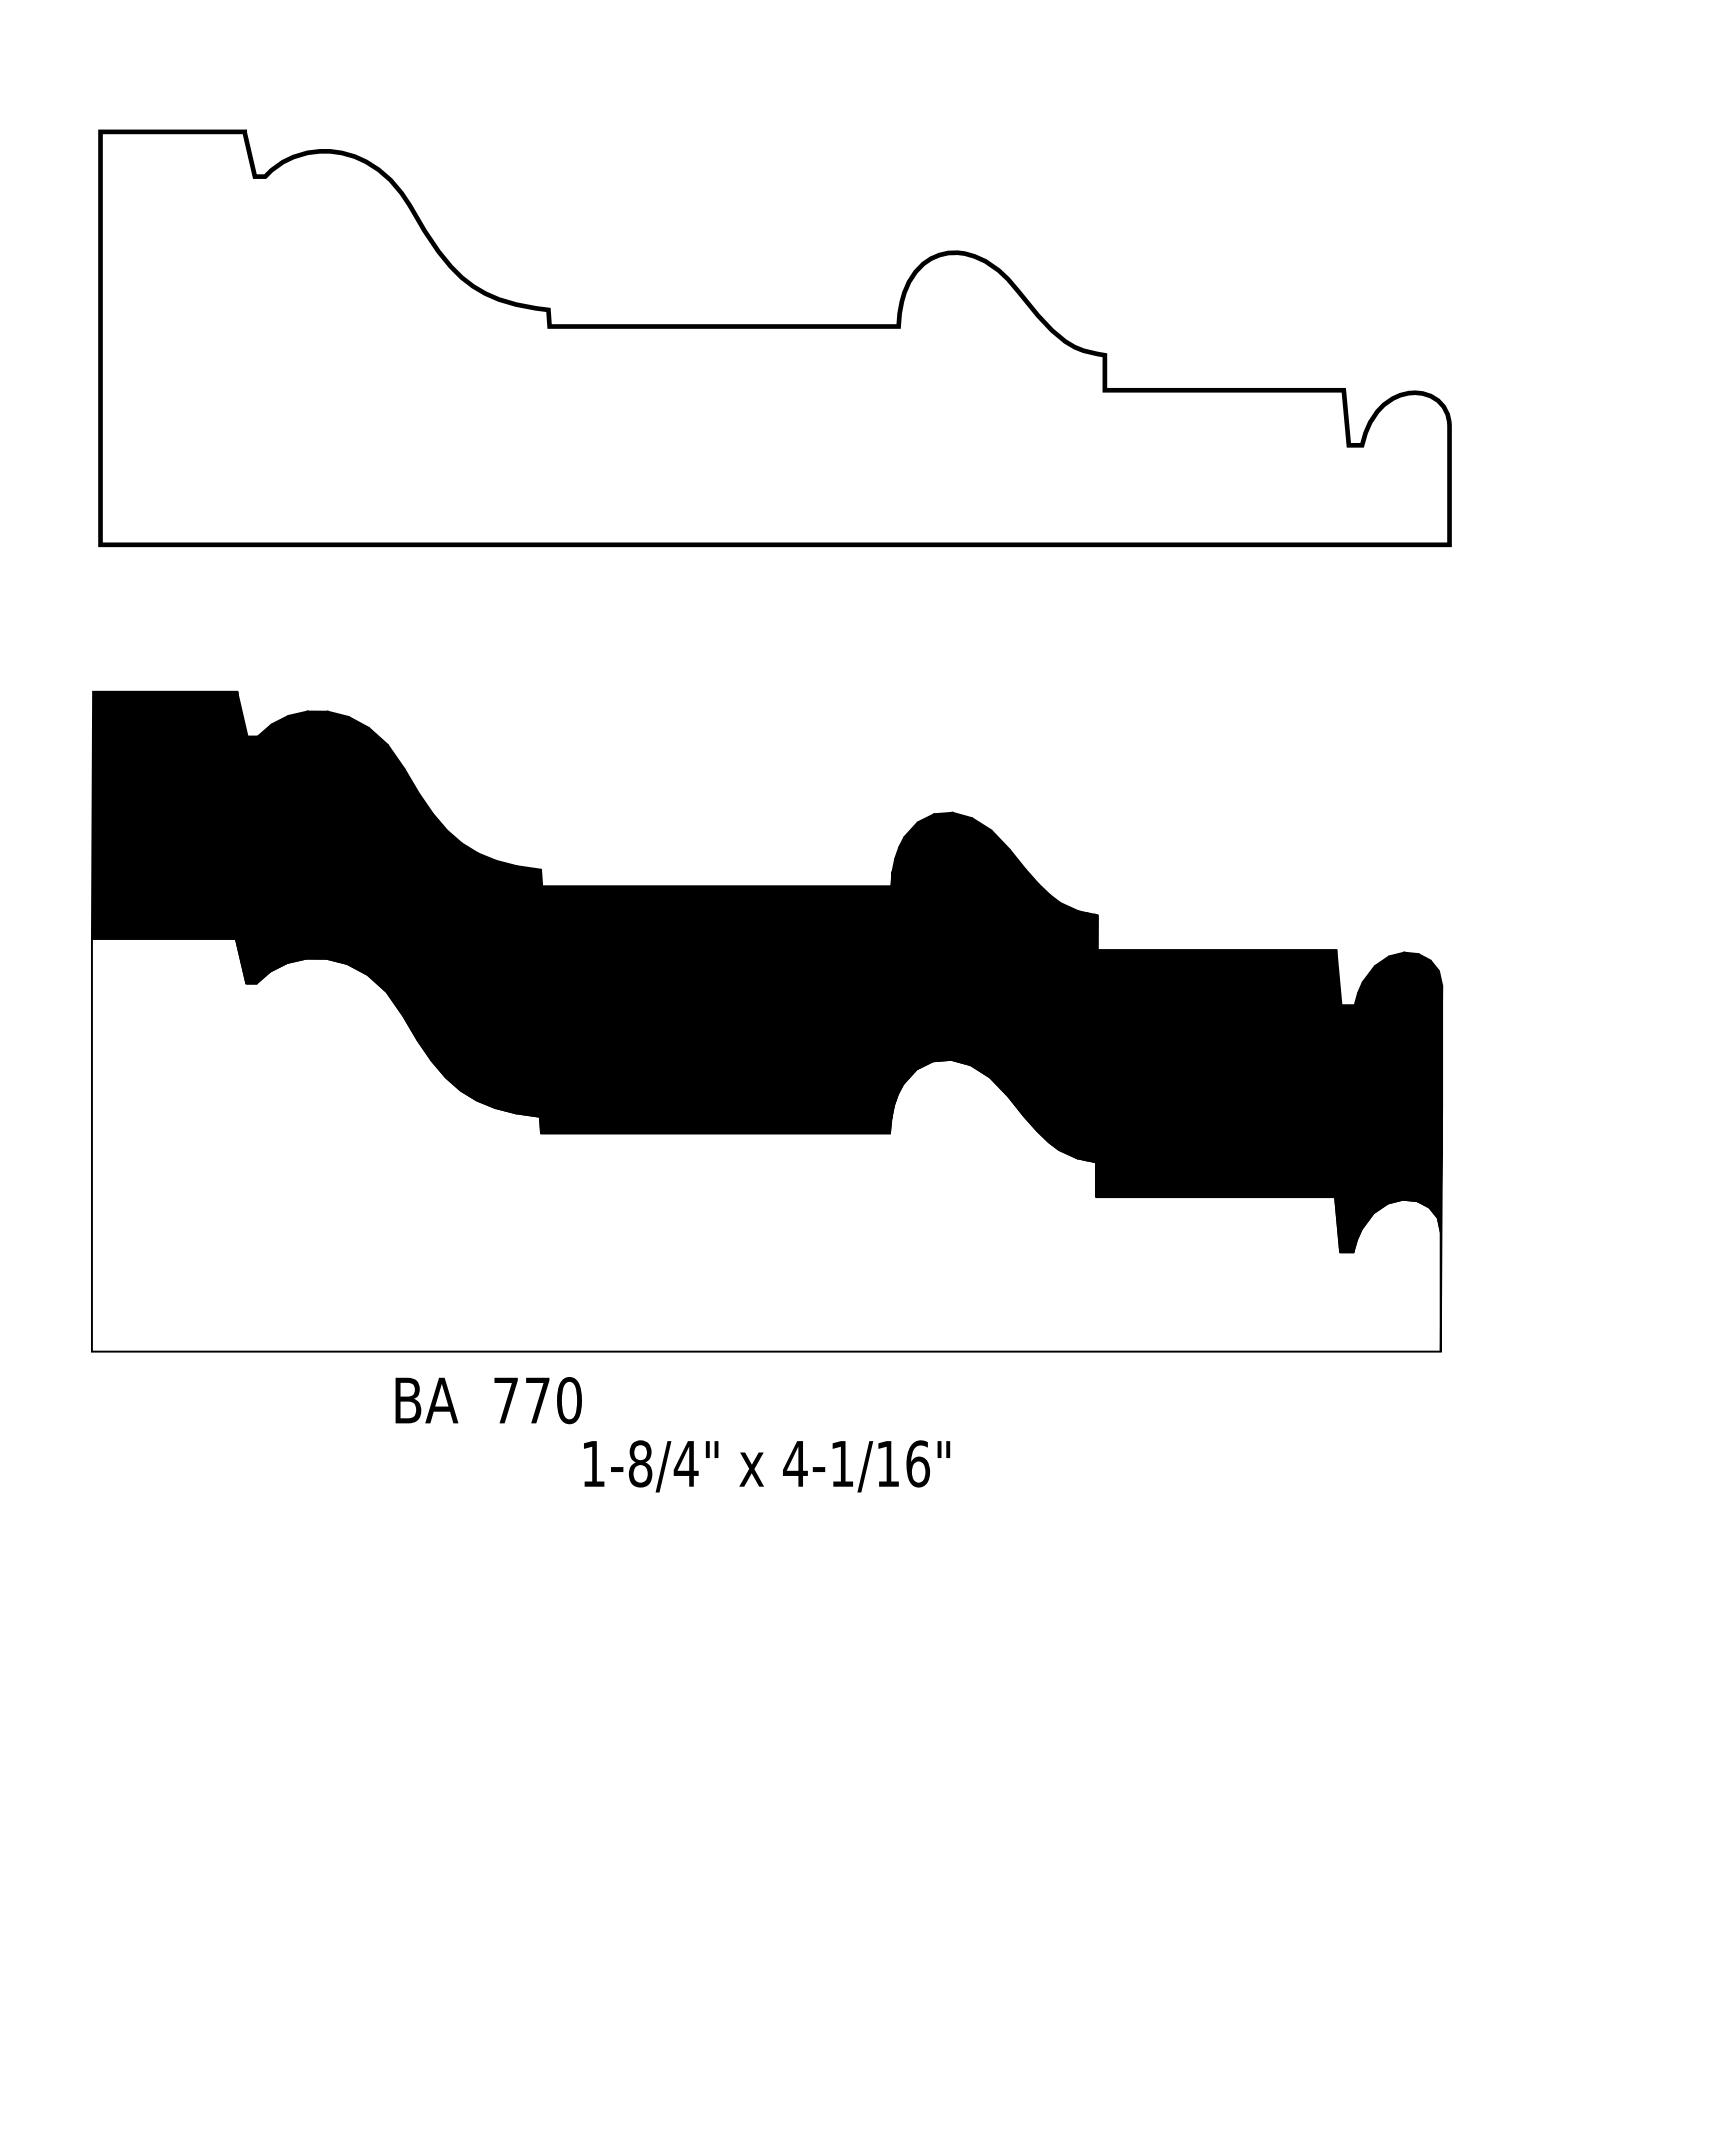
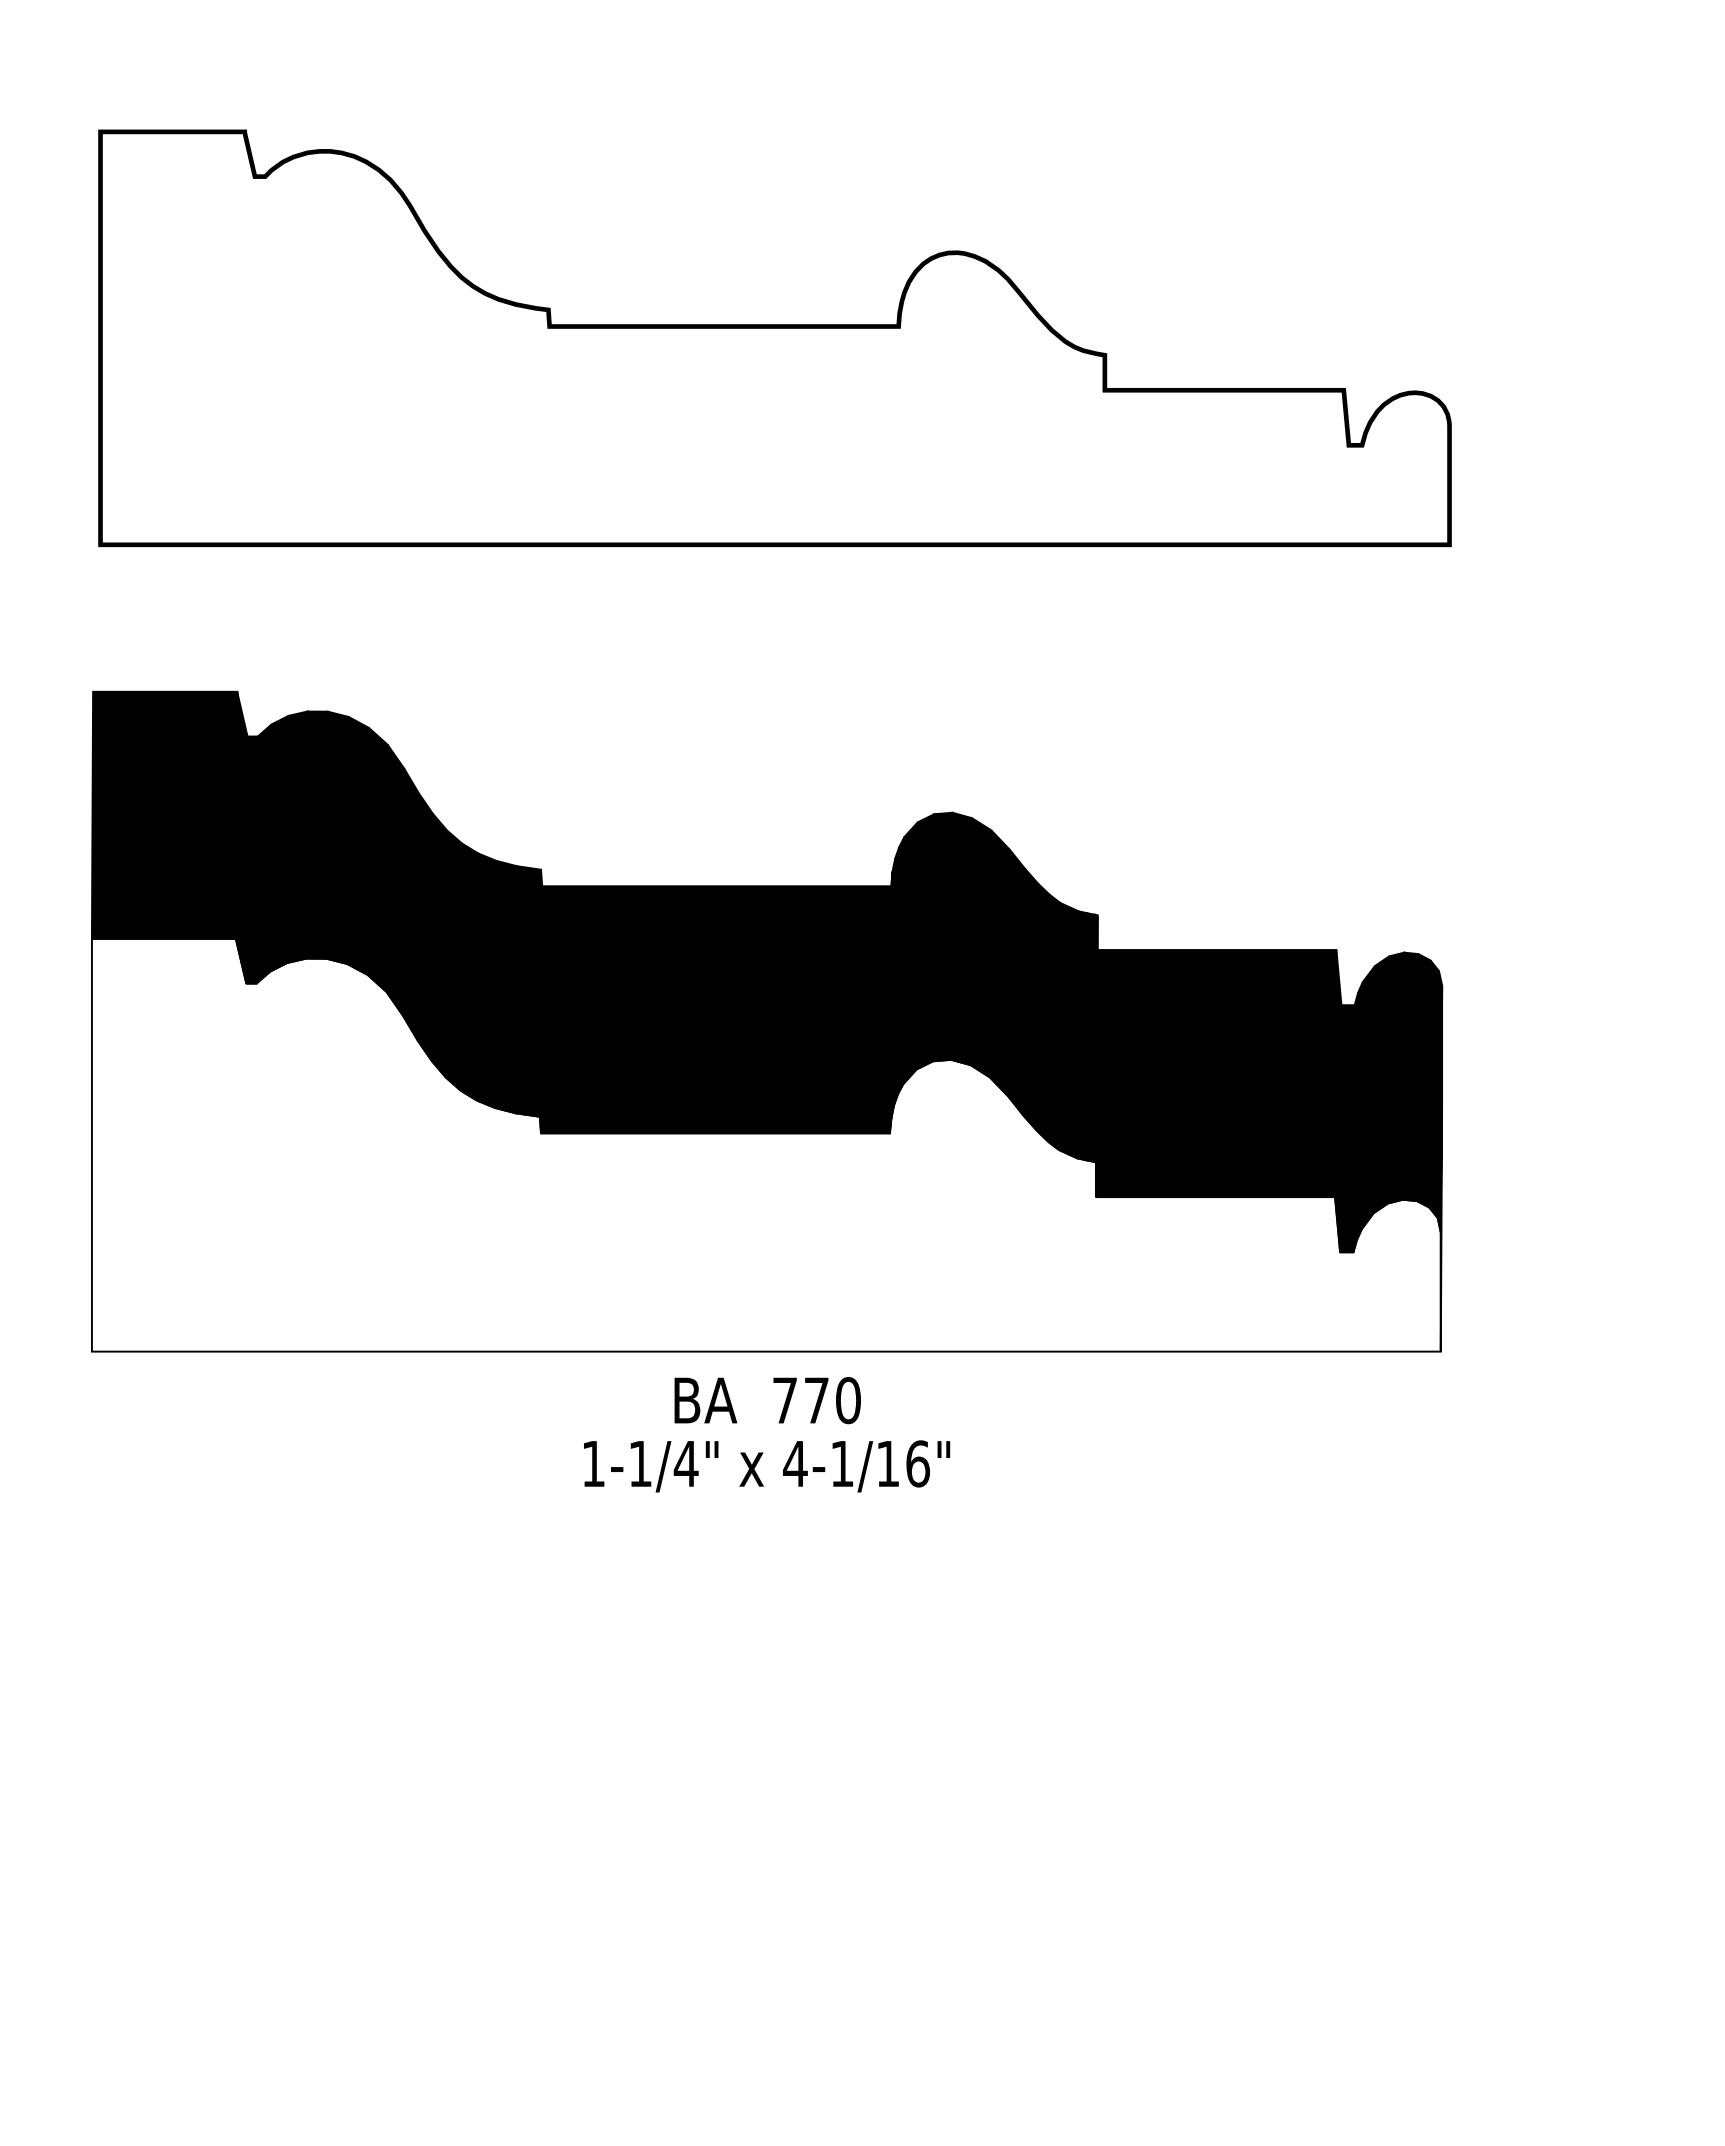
text at (488, 1400) position: (488, 1400) -> (767, 1400)
text at (640, 1463): 1-8/4" -> 1-1/4"
